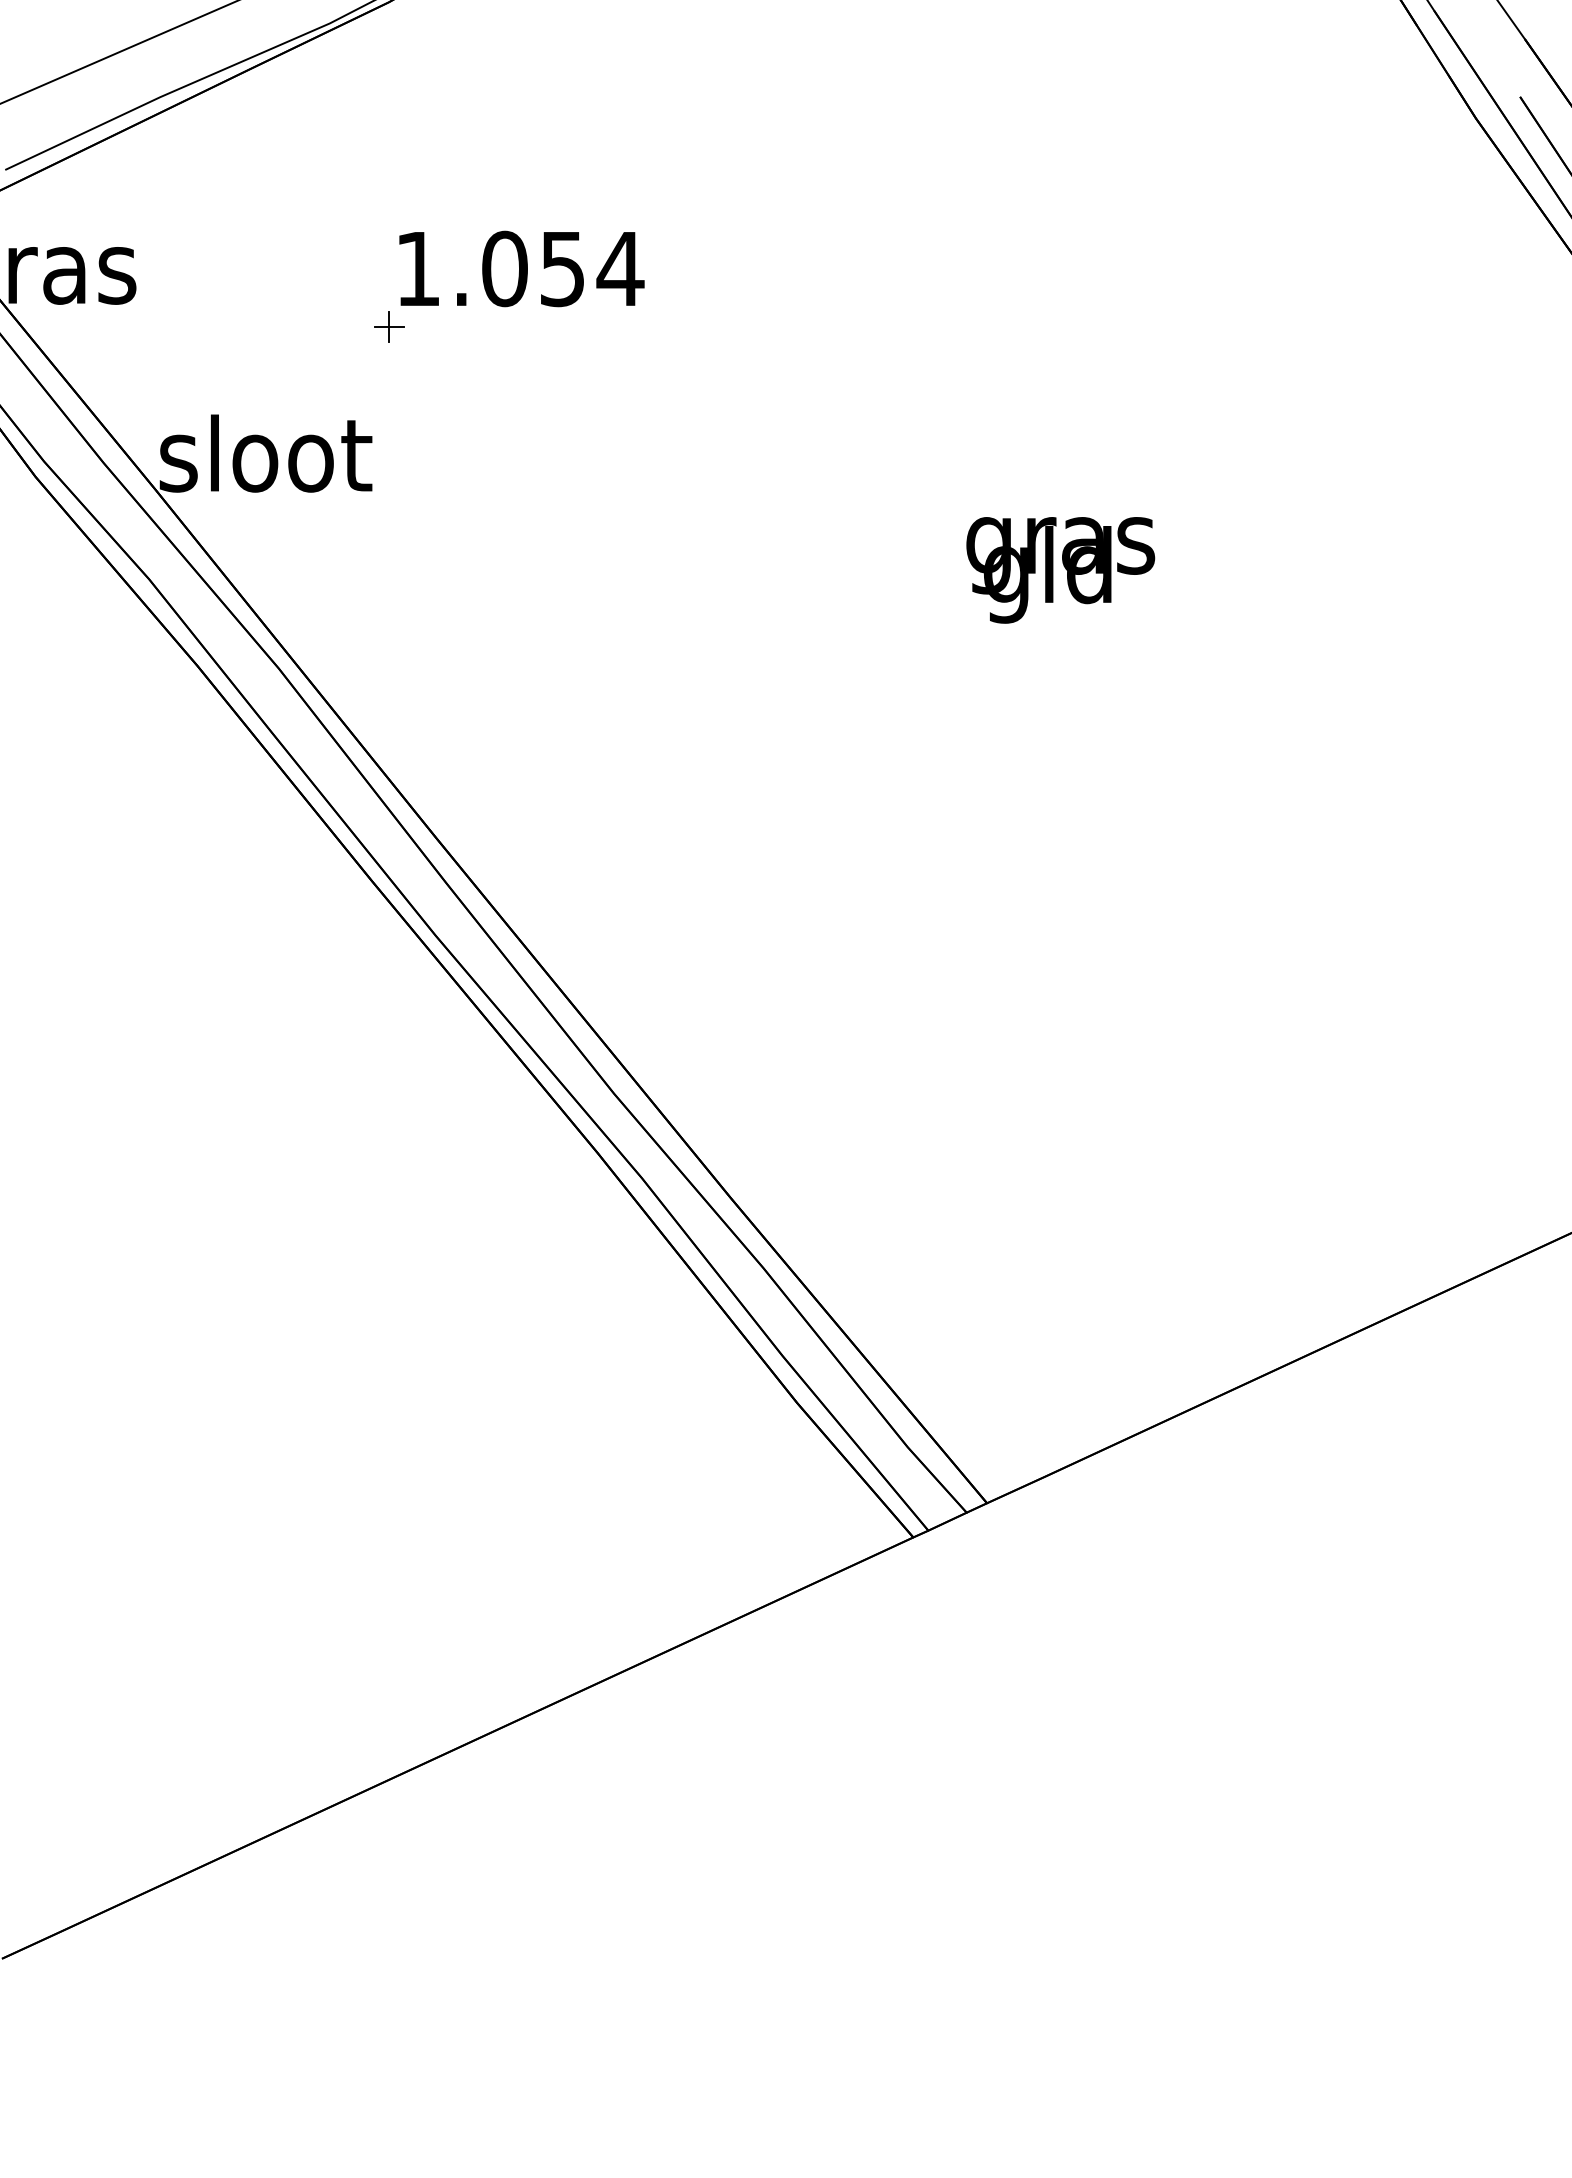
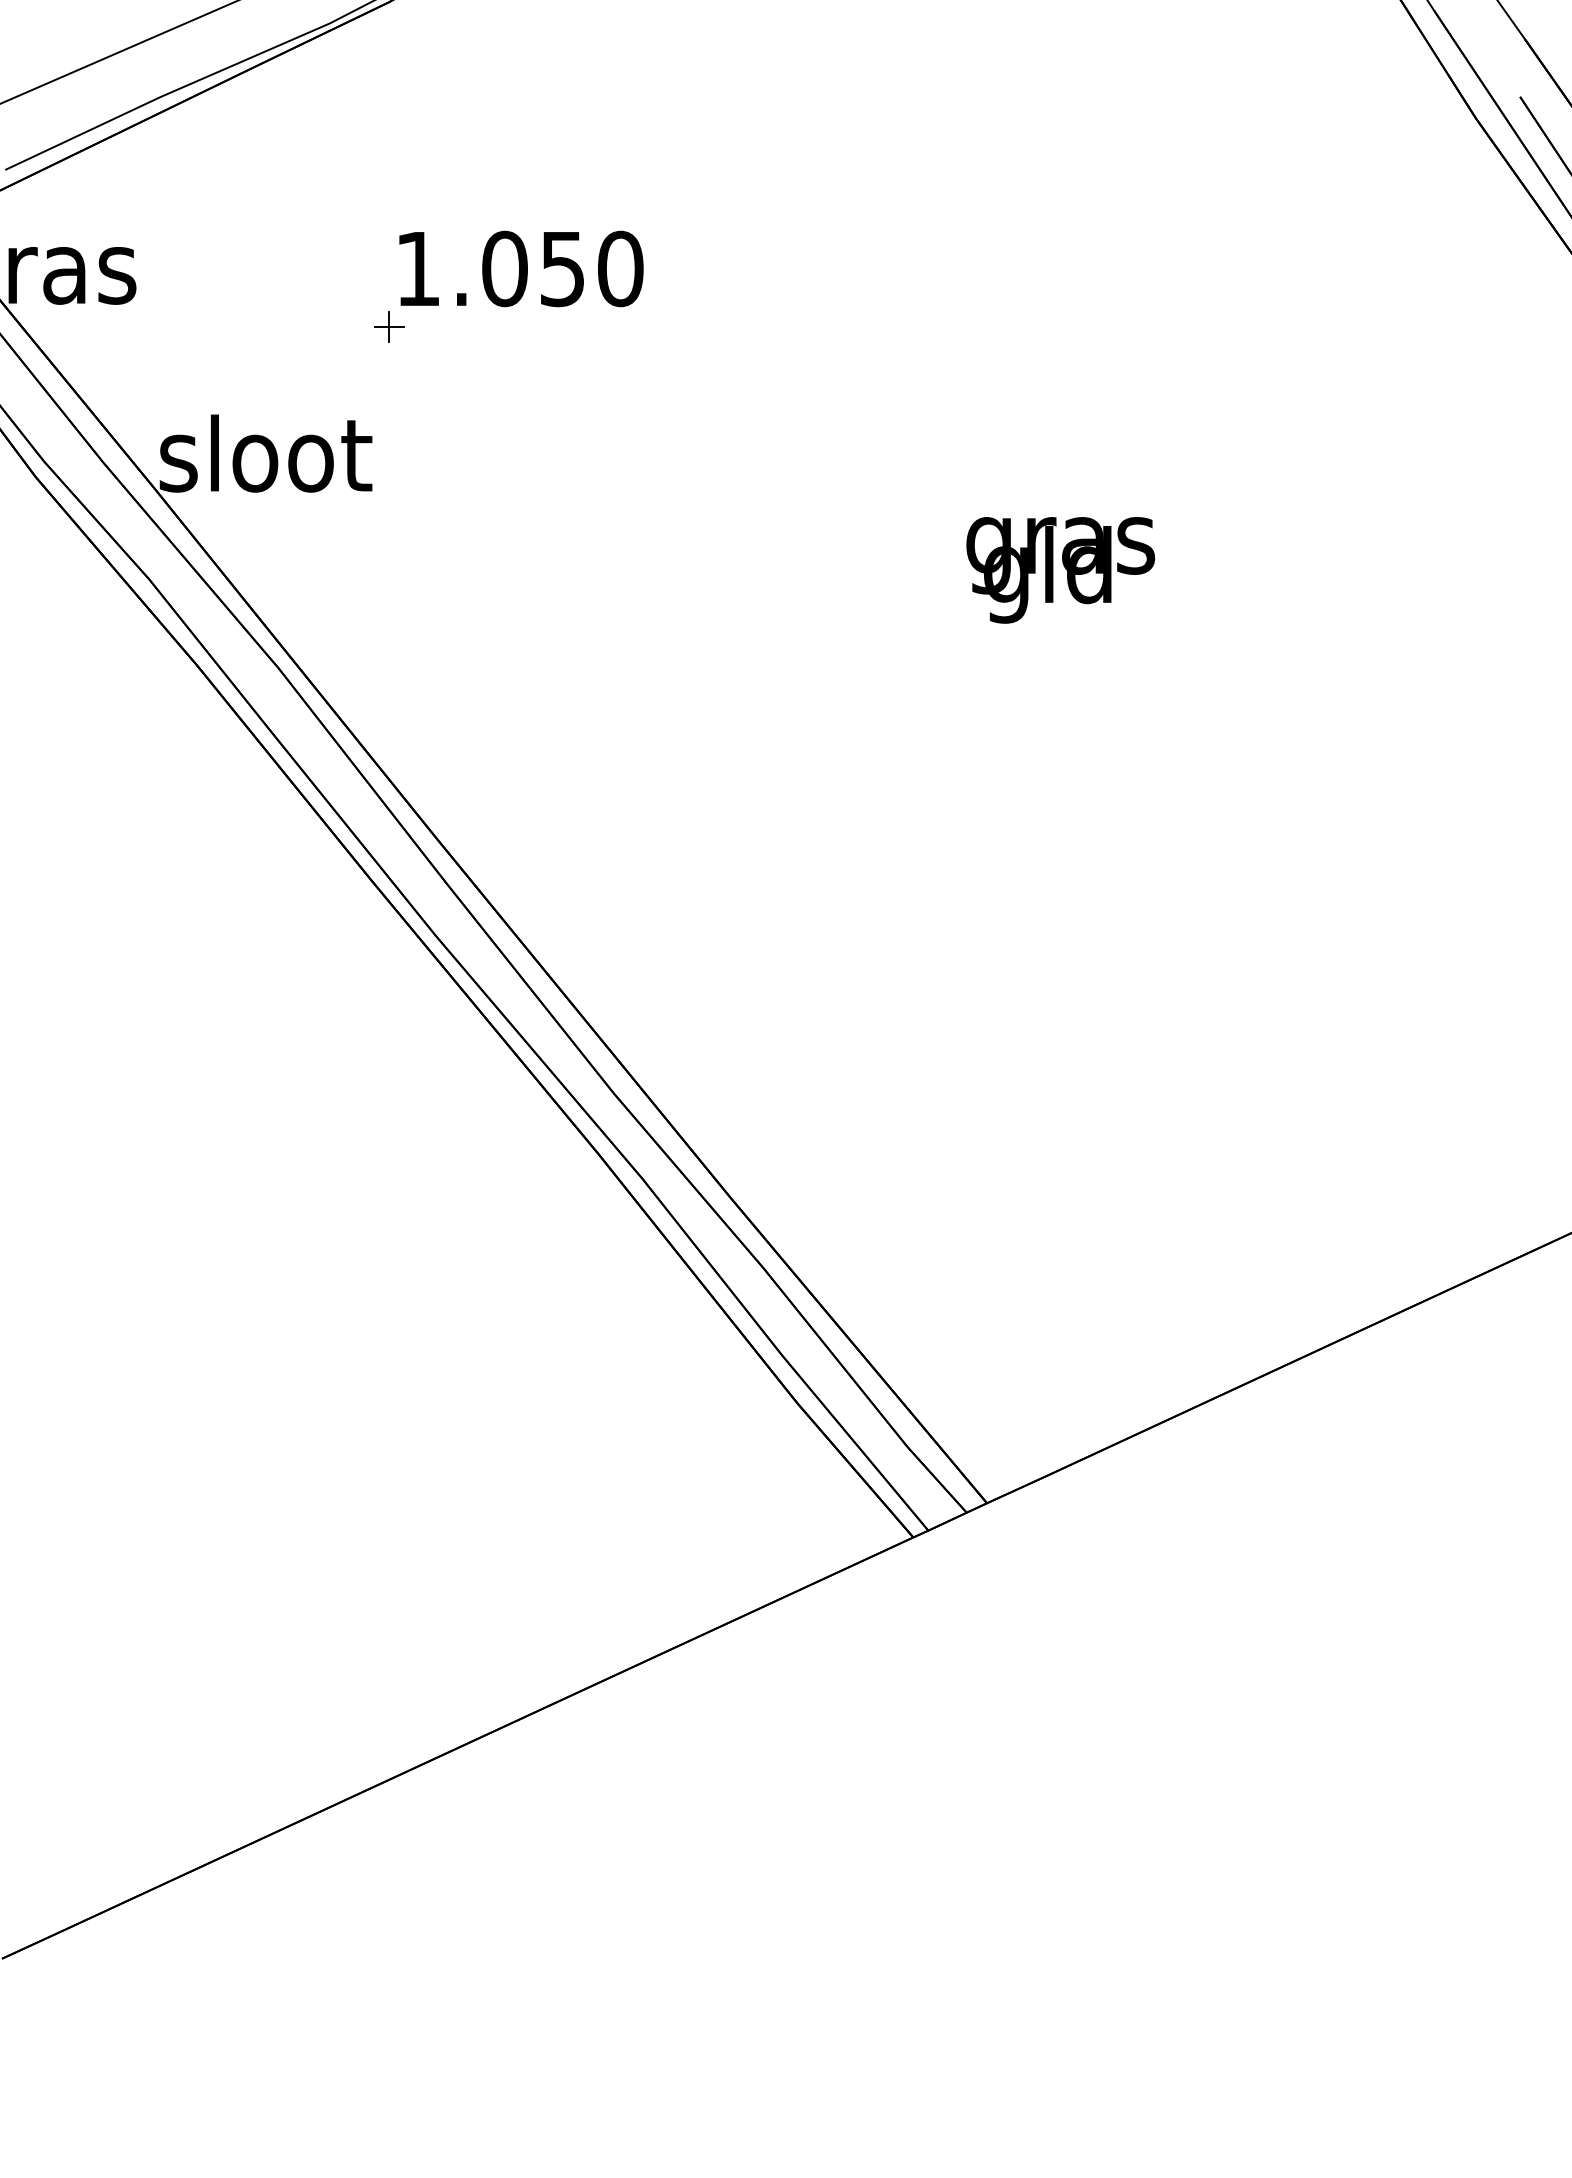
text at (620, 268): 1.054 -> 1.050
